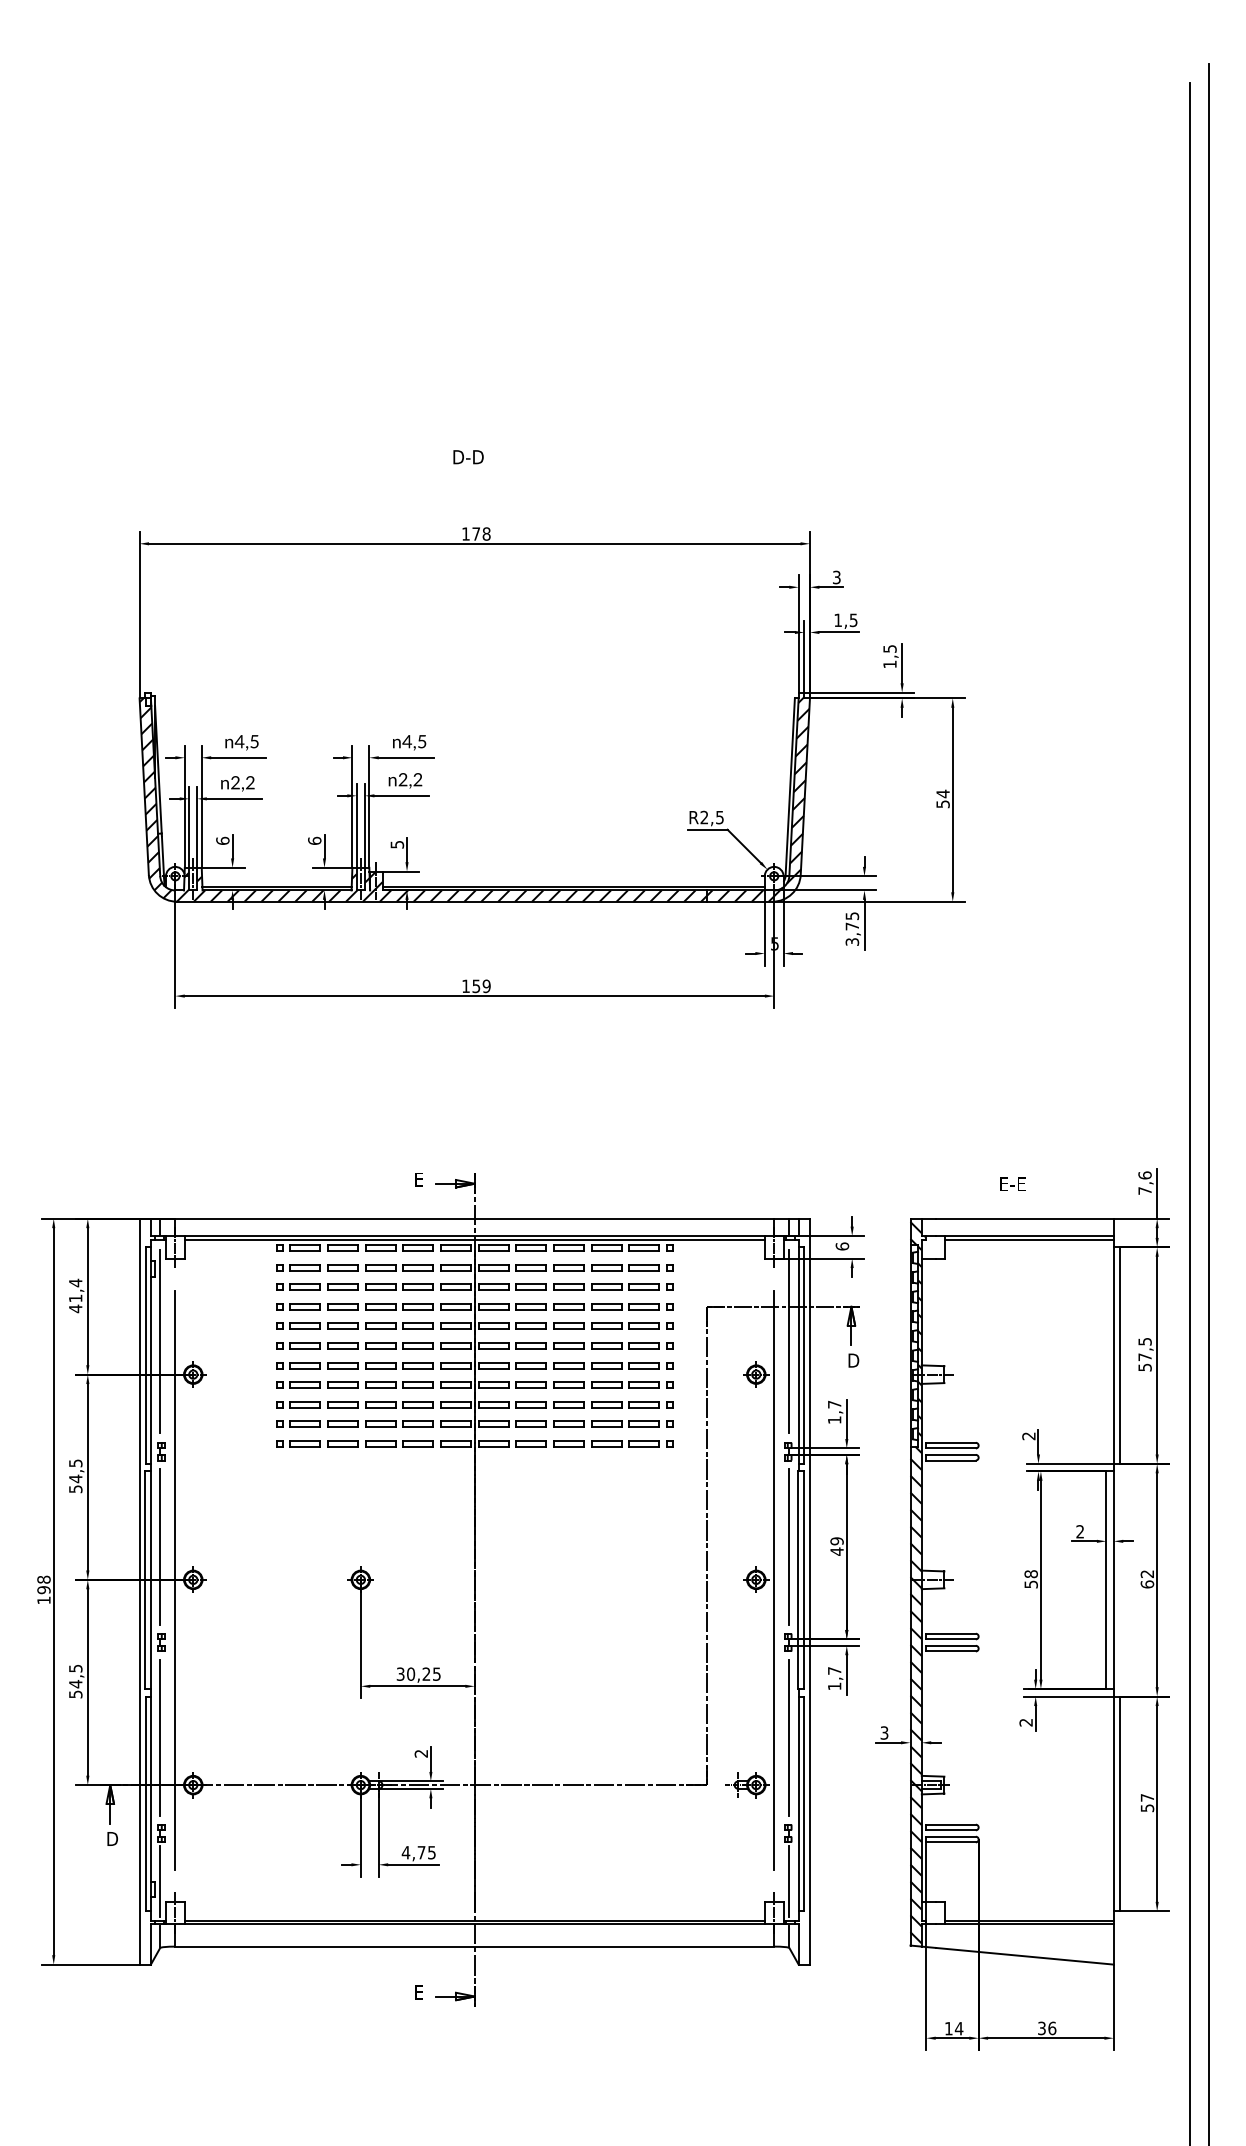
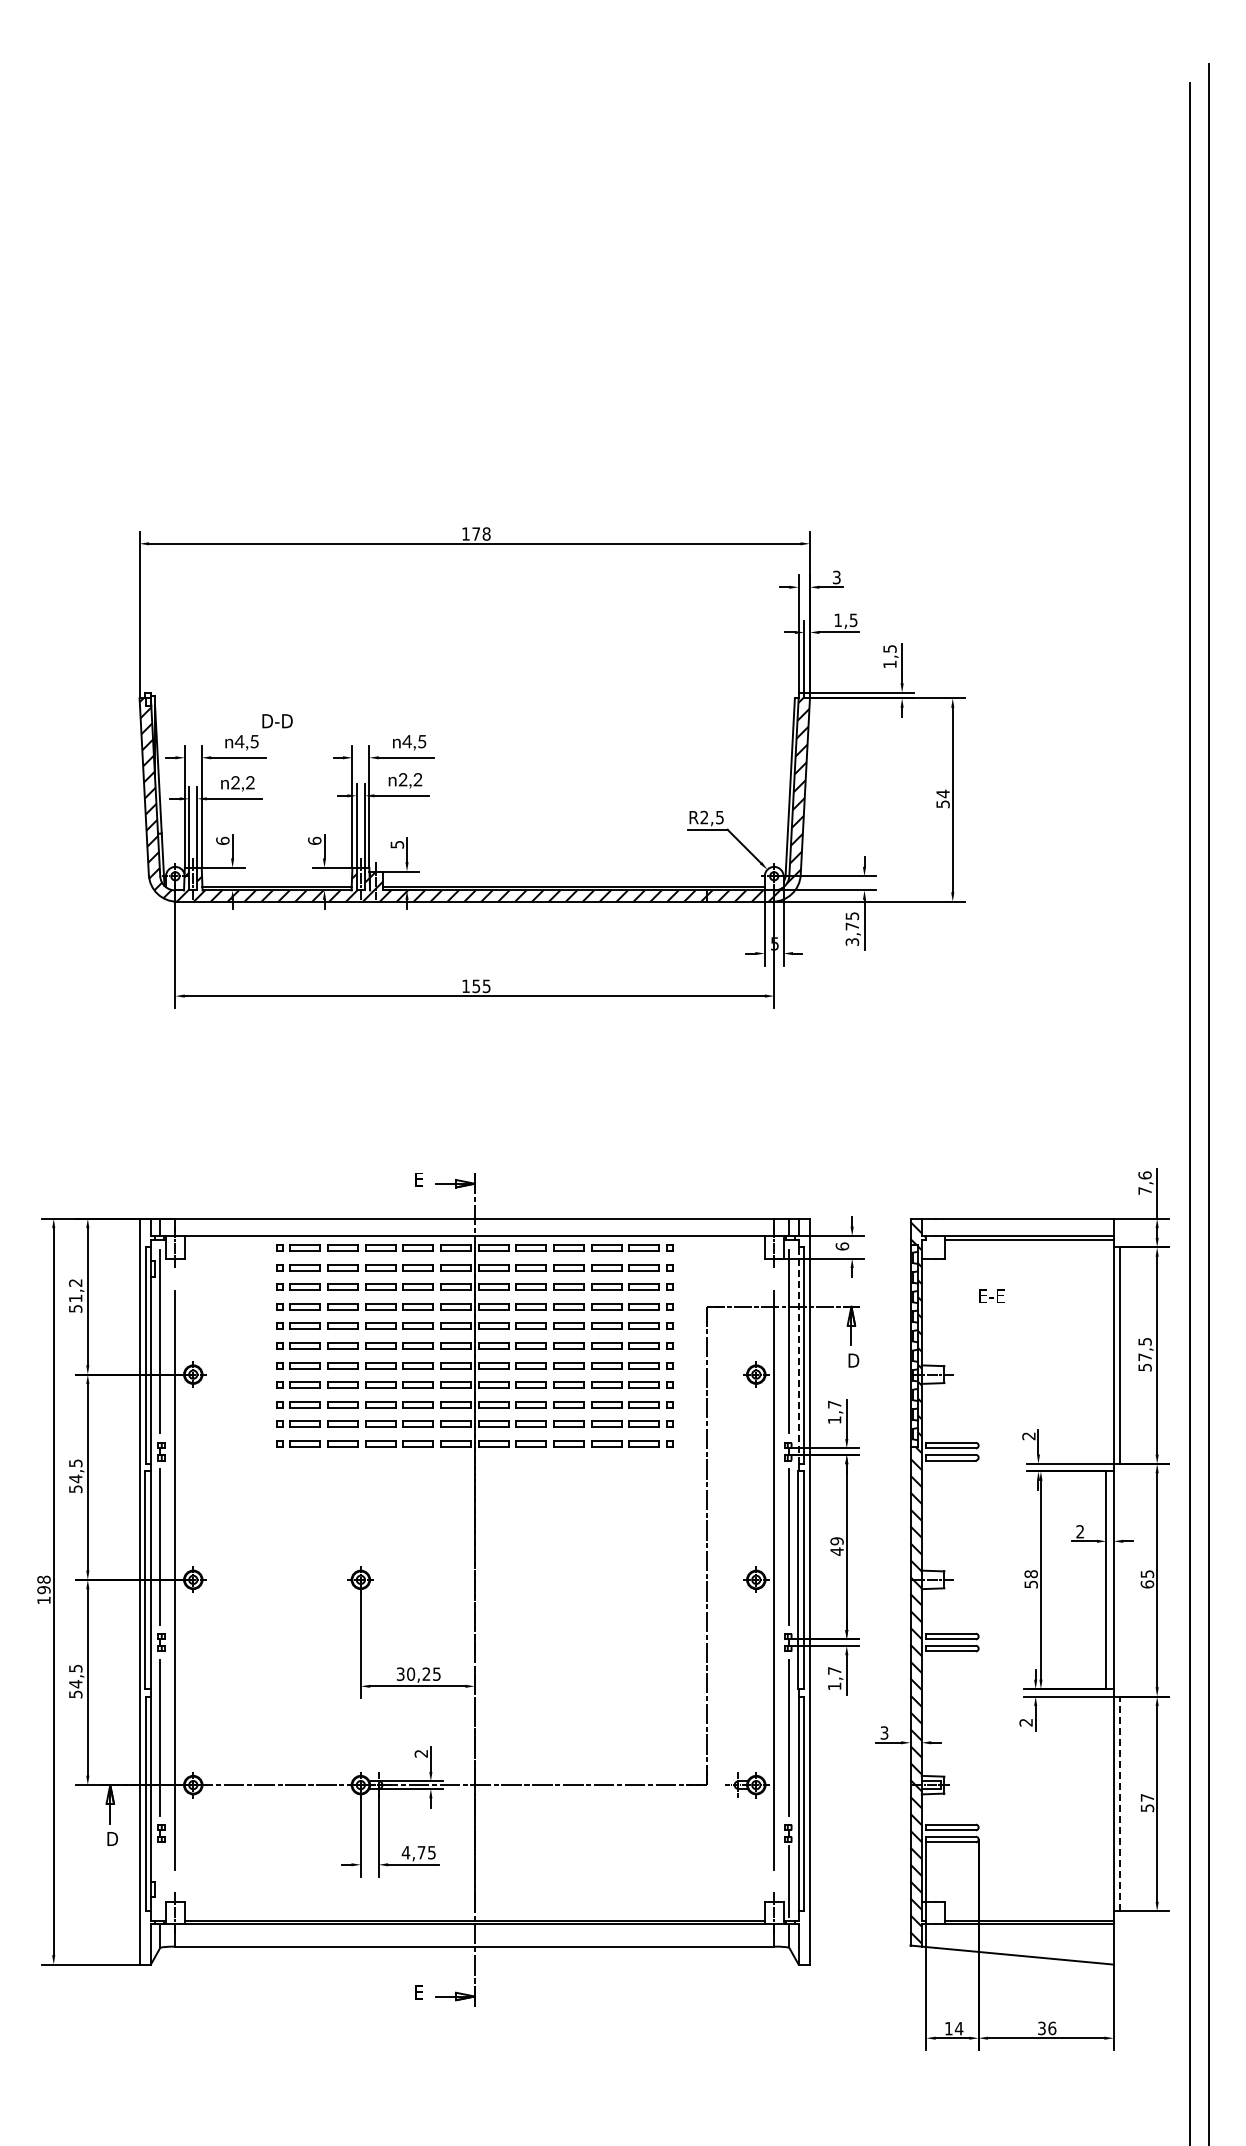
text at (468, 457) position: (468, 457) -> (277, 721)
text at (486, 985): 159 -> 155
text at (1012, 1183) position: (1012, 1183) -> (991, 1295)
line at (474, 1239): present -> none
text at (75, 1295): 41,4 -> 51,2
line at (798, 1355): solid -> dashed
text at (1147, 1573): 62 -> 65
line at (1119, 1803): solid -> dashed
line at (160, 1881): present -> none
